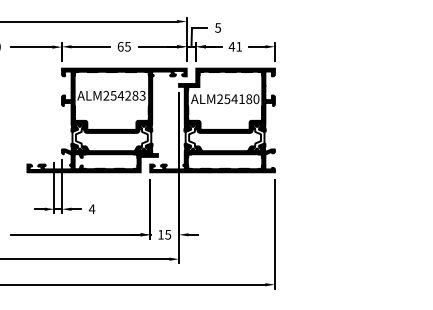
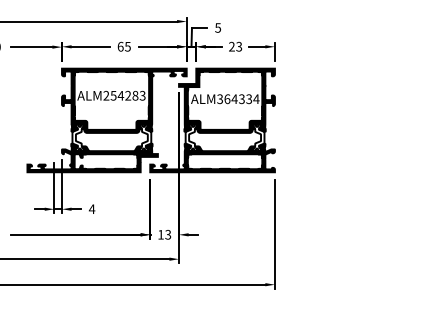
text at (235, 46): 41 -> 23
text at (238, 99): ALM254180 -> ALM364334
text at (168, 233): 15 -> 13
